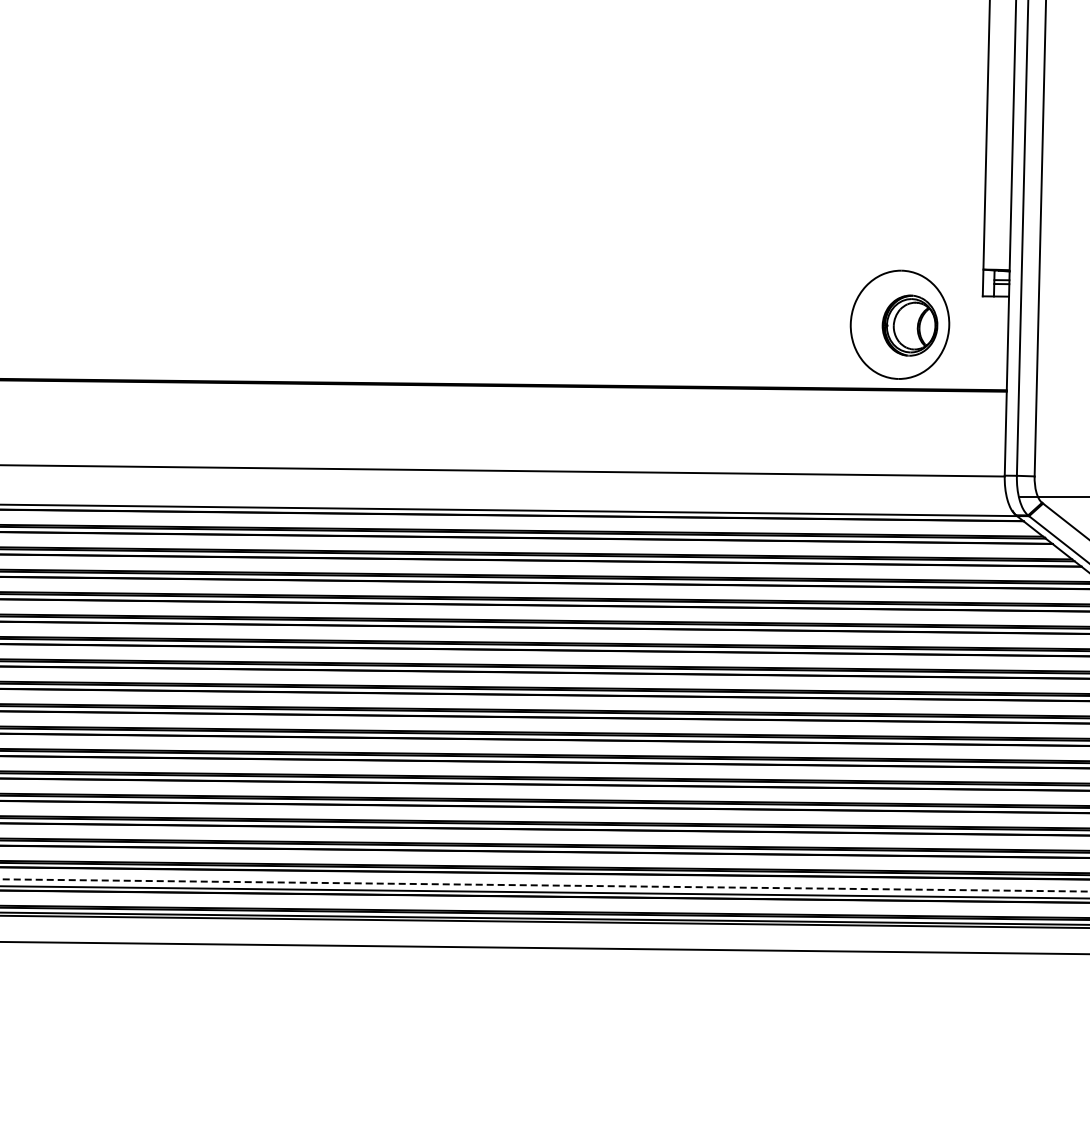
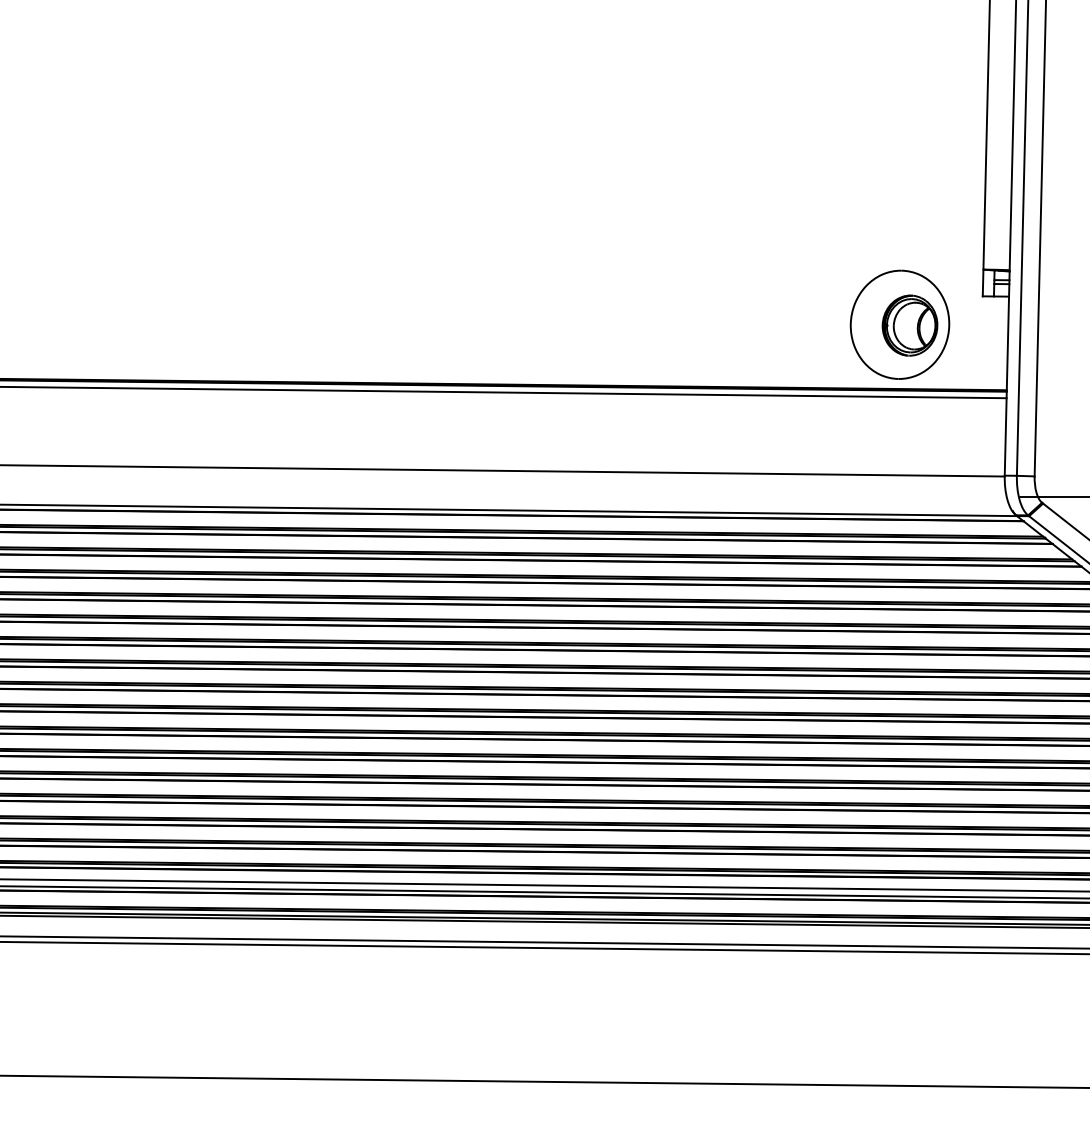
line at (504, 392): none -> present
line at (545, 885): dashed -> solid
line at (544, 942): none -> present
line at (544, 1081): none -> present
